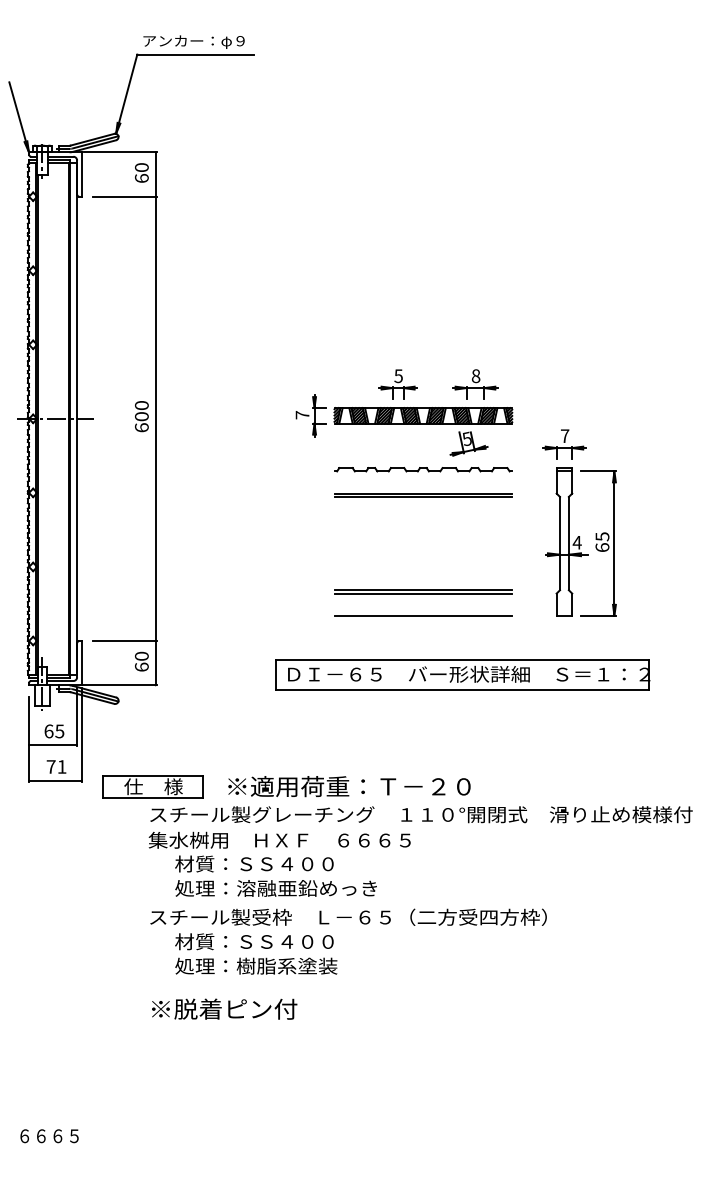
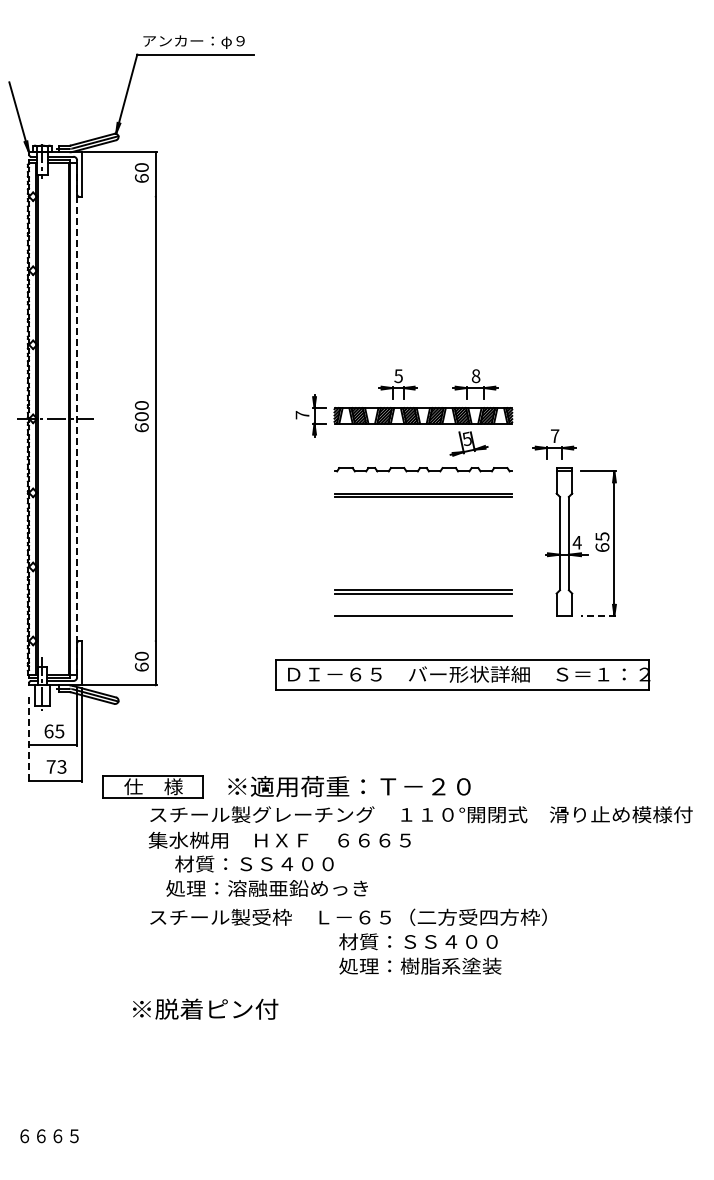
line at (124, 196): present -> none
line at (77, 418): solid -> dashed
part at (564, 444) position: (564, 444) -> (554, 444)
line at (597, 615): solid -> dashed
line at (124, 641): present -> none
line at (28, 739): solid -> dashed
text at (61, 766): 71 -> 73
text at (275, 888) position: (275, 888) -> (266, 888)
text at (256, 953) position: (256, 953) -> (420, 953)
text at (224, 1008) position: (224, 1008) -> (205, 1008)
